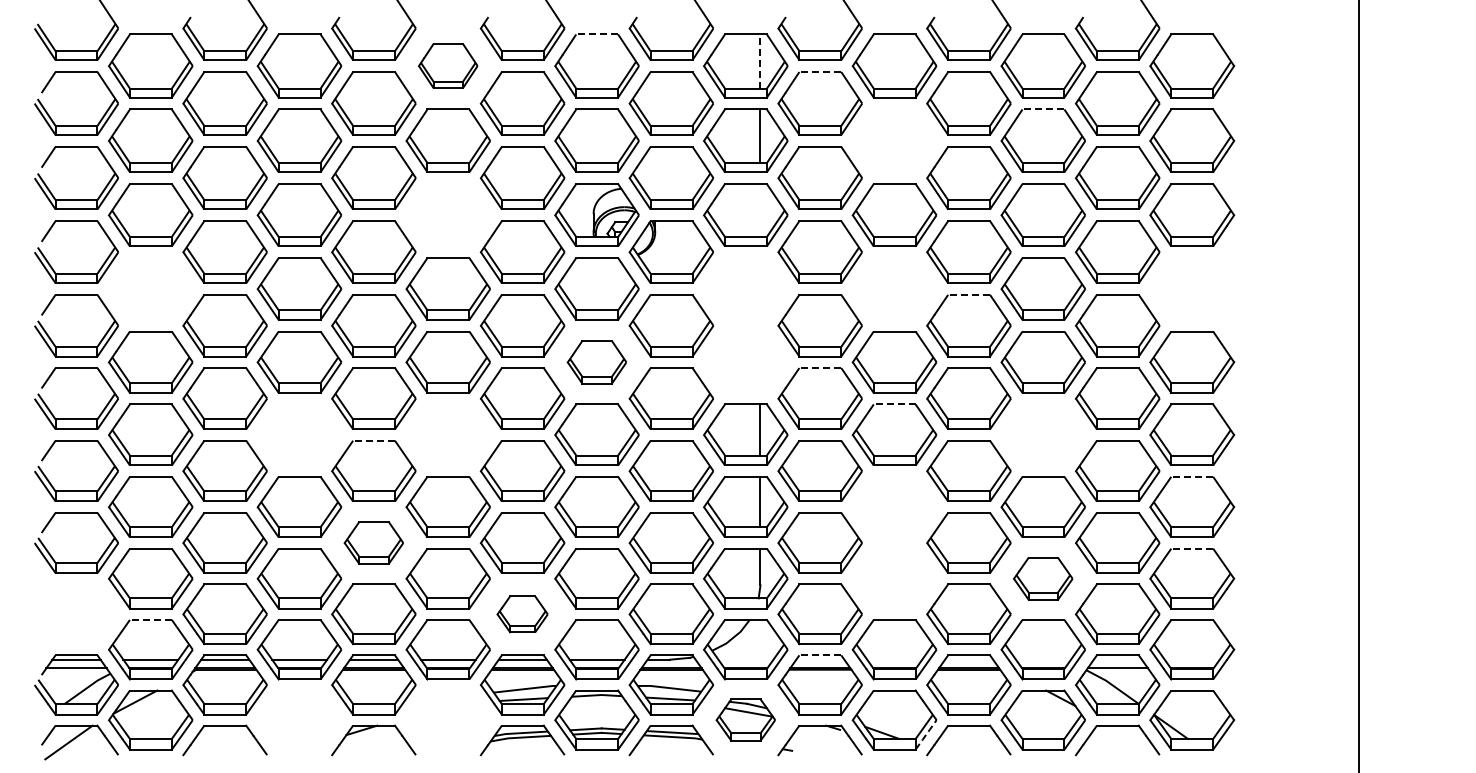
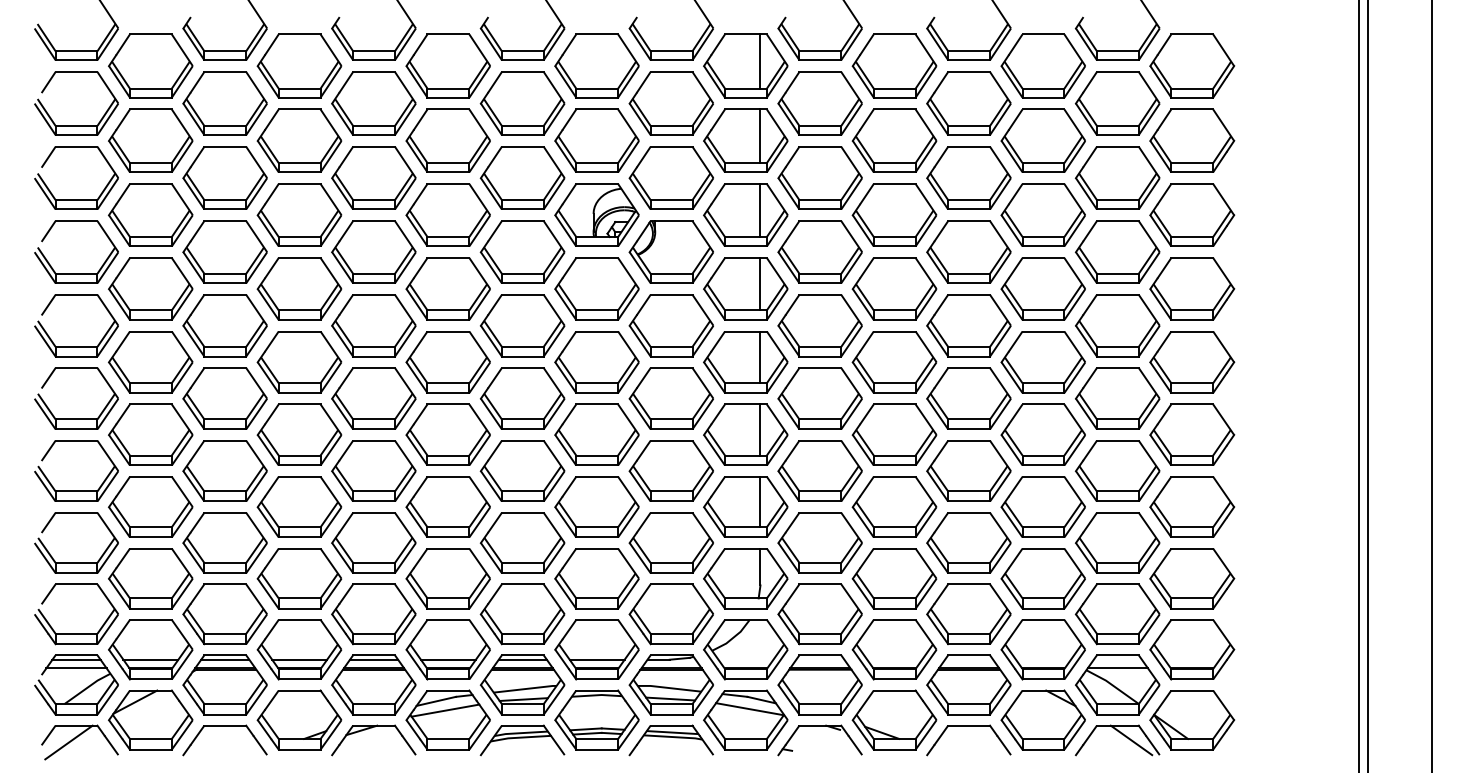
line at (597, 34): dashed -> solid
line at (760, 61): dashed -> solid
part at (447, 65) size: 62x46 px -> 86x66 px
line at (820, 72): dashed -> solid
line at (1043, 109): dashed -> solid
part at (894, 140): none -> present
line at (760, 210): none -> present
part at (447, 214): none -> present
part at (150, 288): none -> present
part at (745, 288): none -> present
part at (894, 288): none -> present
part at (1192, 288): none -> present
line at (969, 294): dashed -> solid
part at (596, 362) size: 61x45 px -> 86x63 px
part at (745, 362): none -> present
line at (820, 368): dashed -> solid
line at (1368, 385): none -> present
line at (1431, 385): none -> present
line at (894, 404): dashed -> solid
part at (299, 434): none -> present
part at (447, 434): none -> present
part at (1042, 434): none -> present
line at (374, 440): dashed -> solid
line at (1192, 476): dashed -> solid
part at (894, 506): none -> present
part at (373, 542) size: 61x44 px -> 86x62 px
line at (1192, 548): dashed -> solid
part at (894, 578): none -> present
part at (1043, 578) size: 61x44 px -> 86x62 px
part at (522, 614) size: 53x39 px -> 87x63 px
line at (150, 619): dashed -> solid
part at (76, 633): none -> present
line at (820, 655): dashed -> solid
part at (299, 719): none -> present
part at (447, 719): none -> present
part at (745, 719) size: 61x44 px -> 86x62 px
line at (926, 734): dashed -> solid
line at (1131, 740): none -> present
